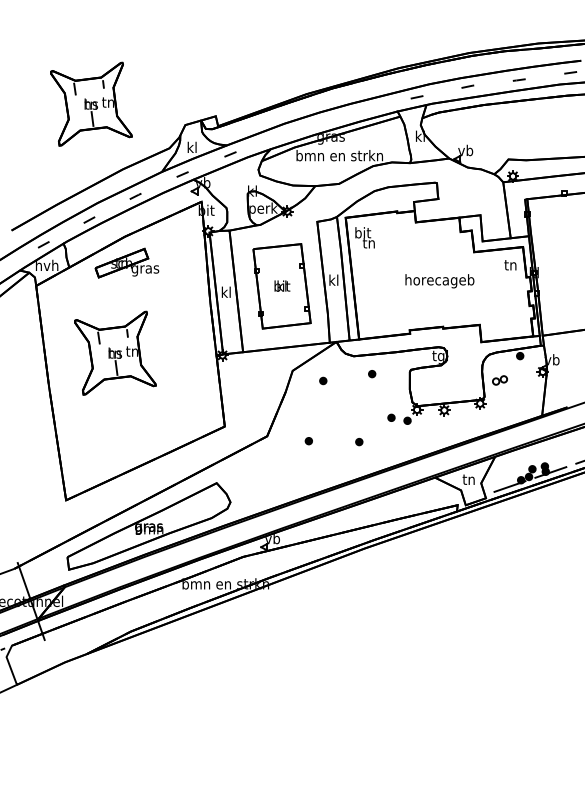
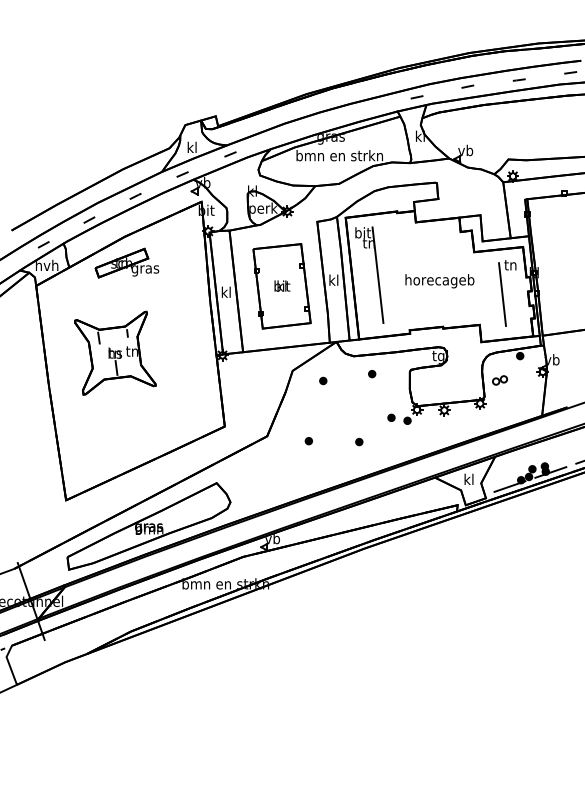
part at (91, 103): present -> none
line at (377, 275): none -> present
line at (502, 294): none -> present
text at (468, 478): tn -> kl
